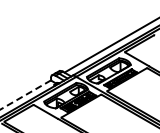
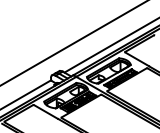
line at (73, 43): none -> present
line at (25, 95): dashed -> solid
